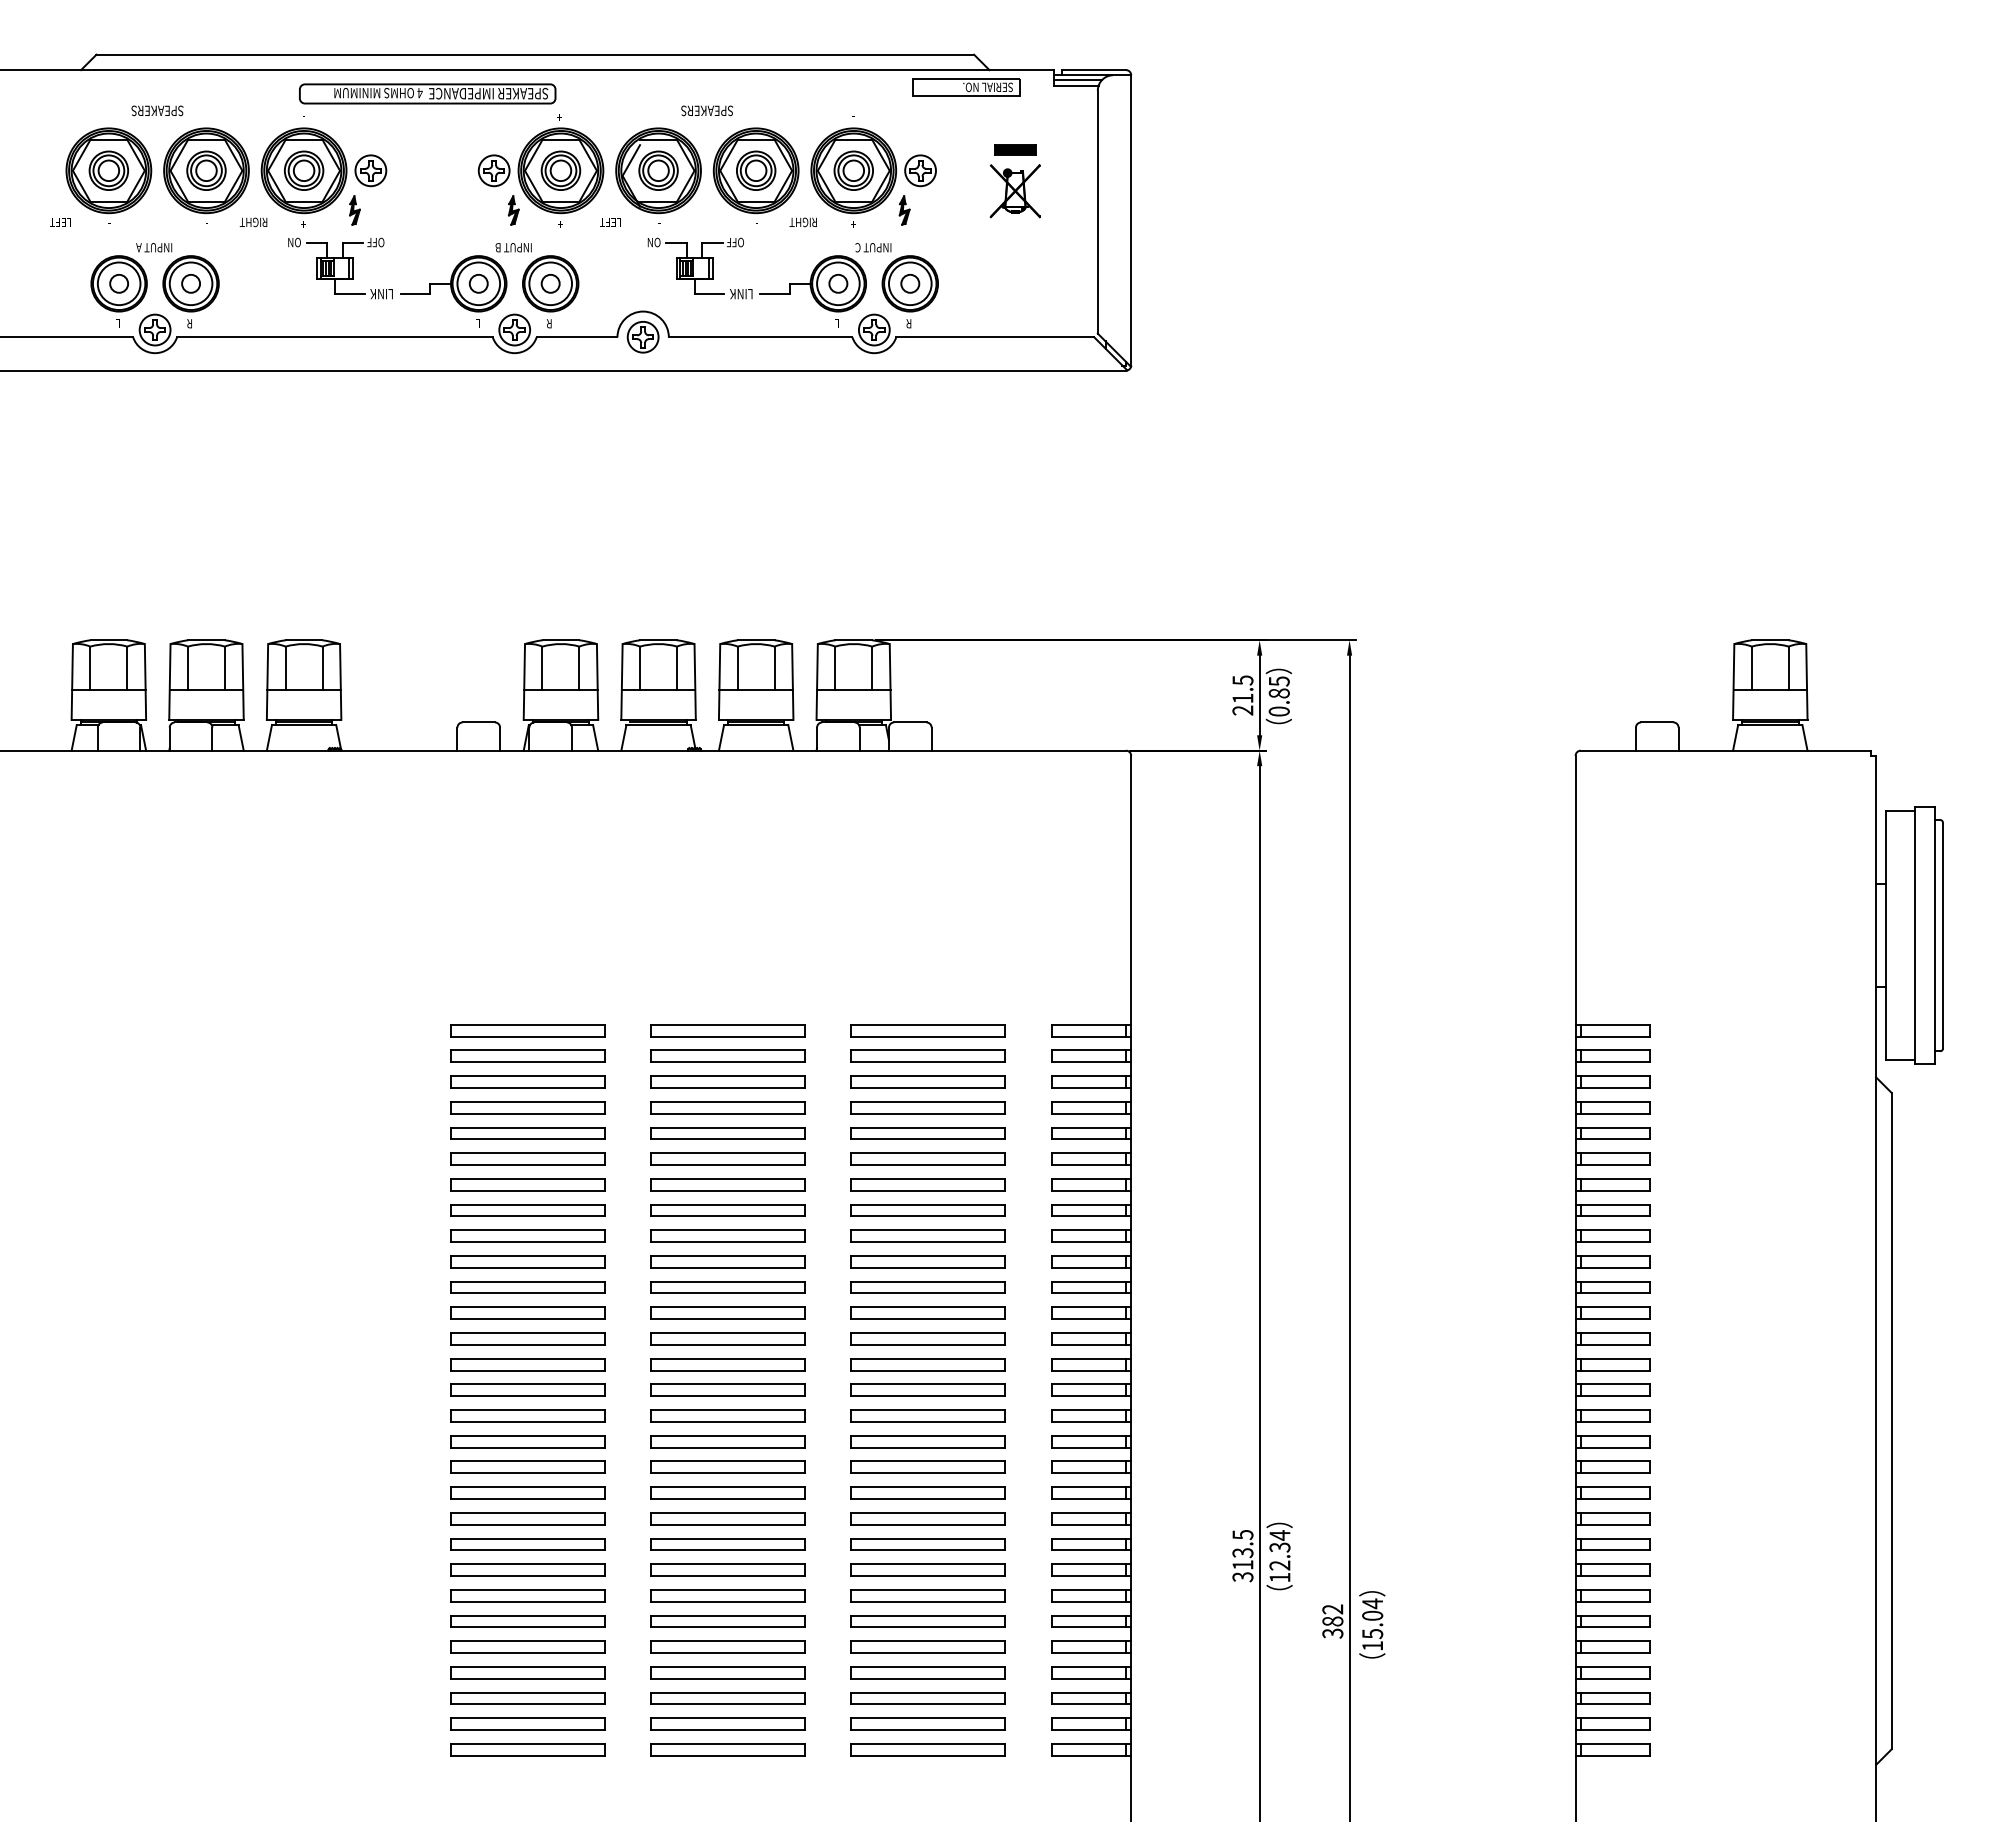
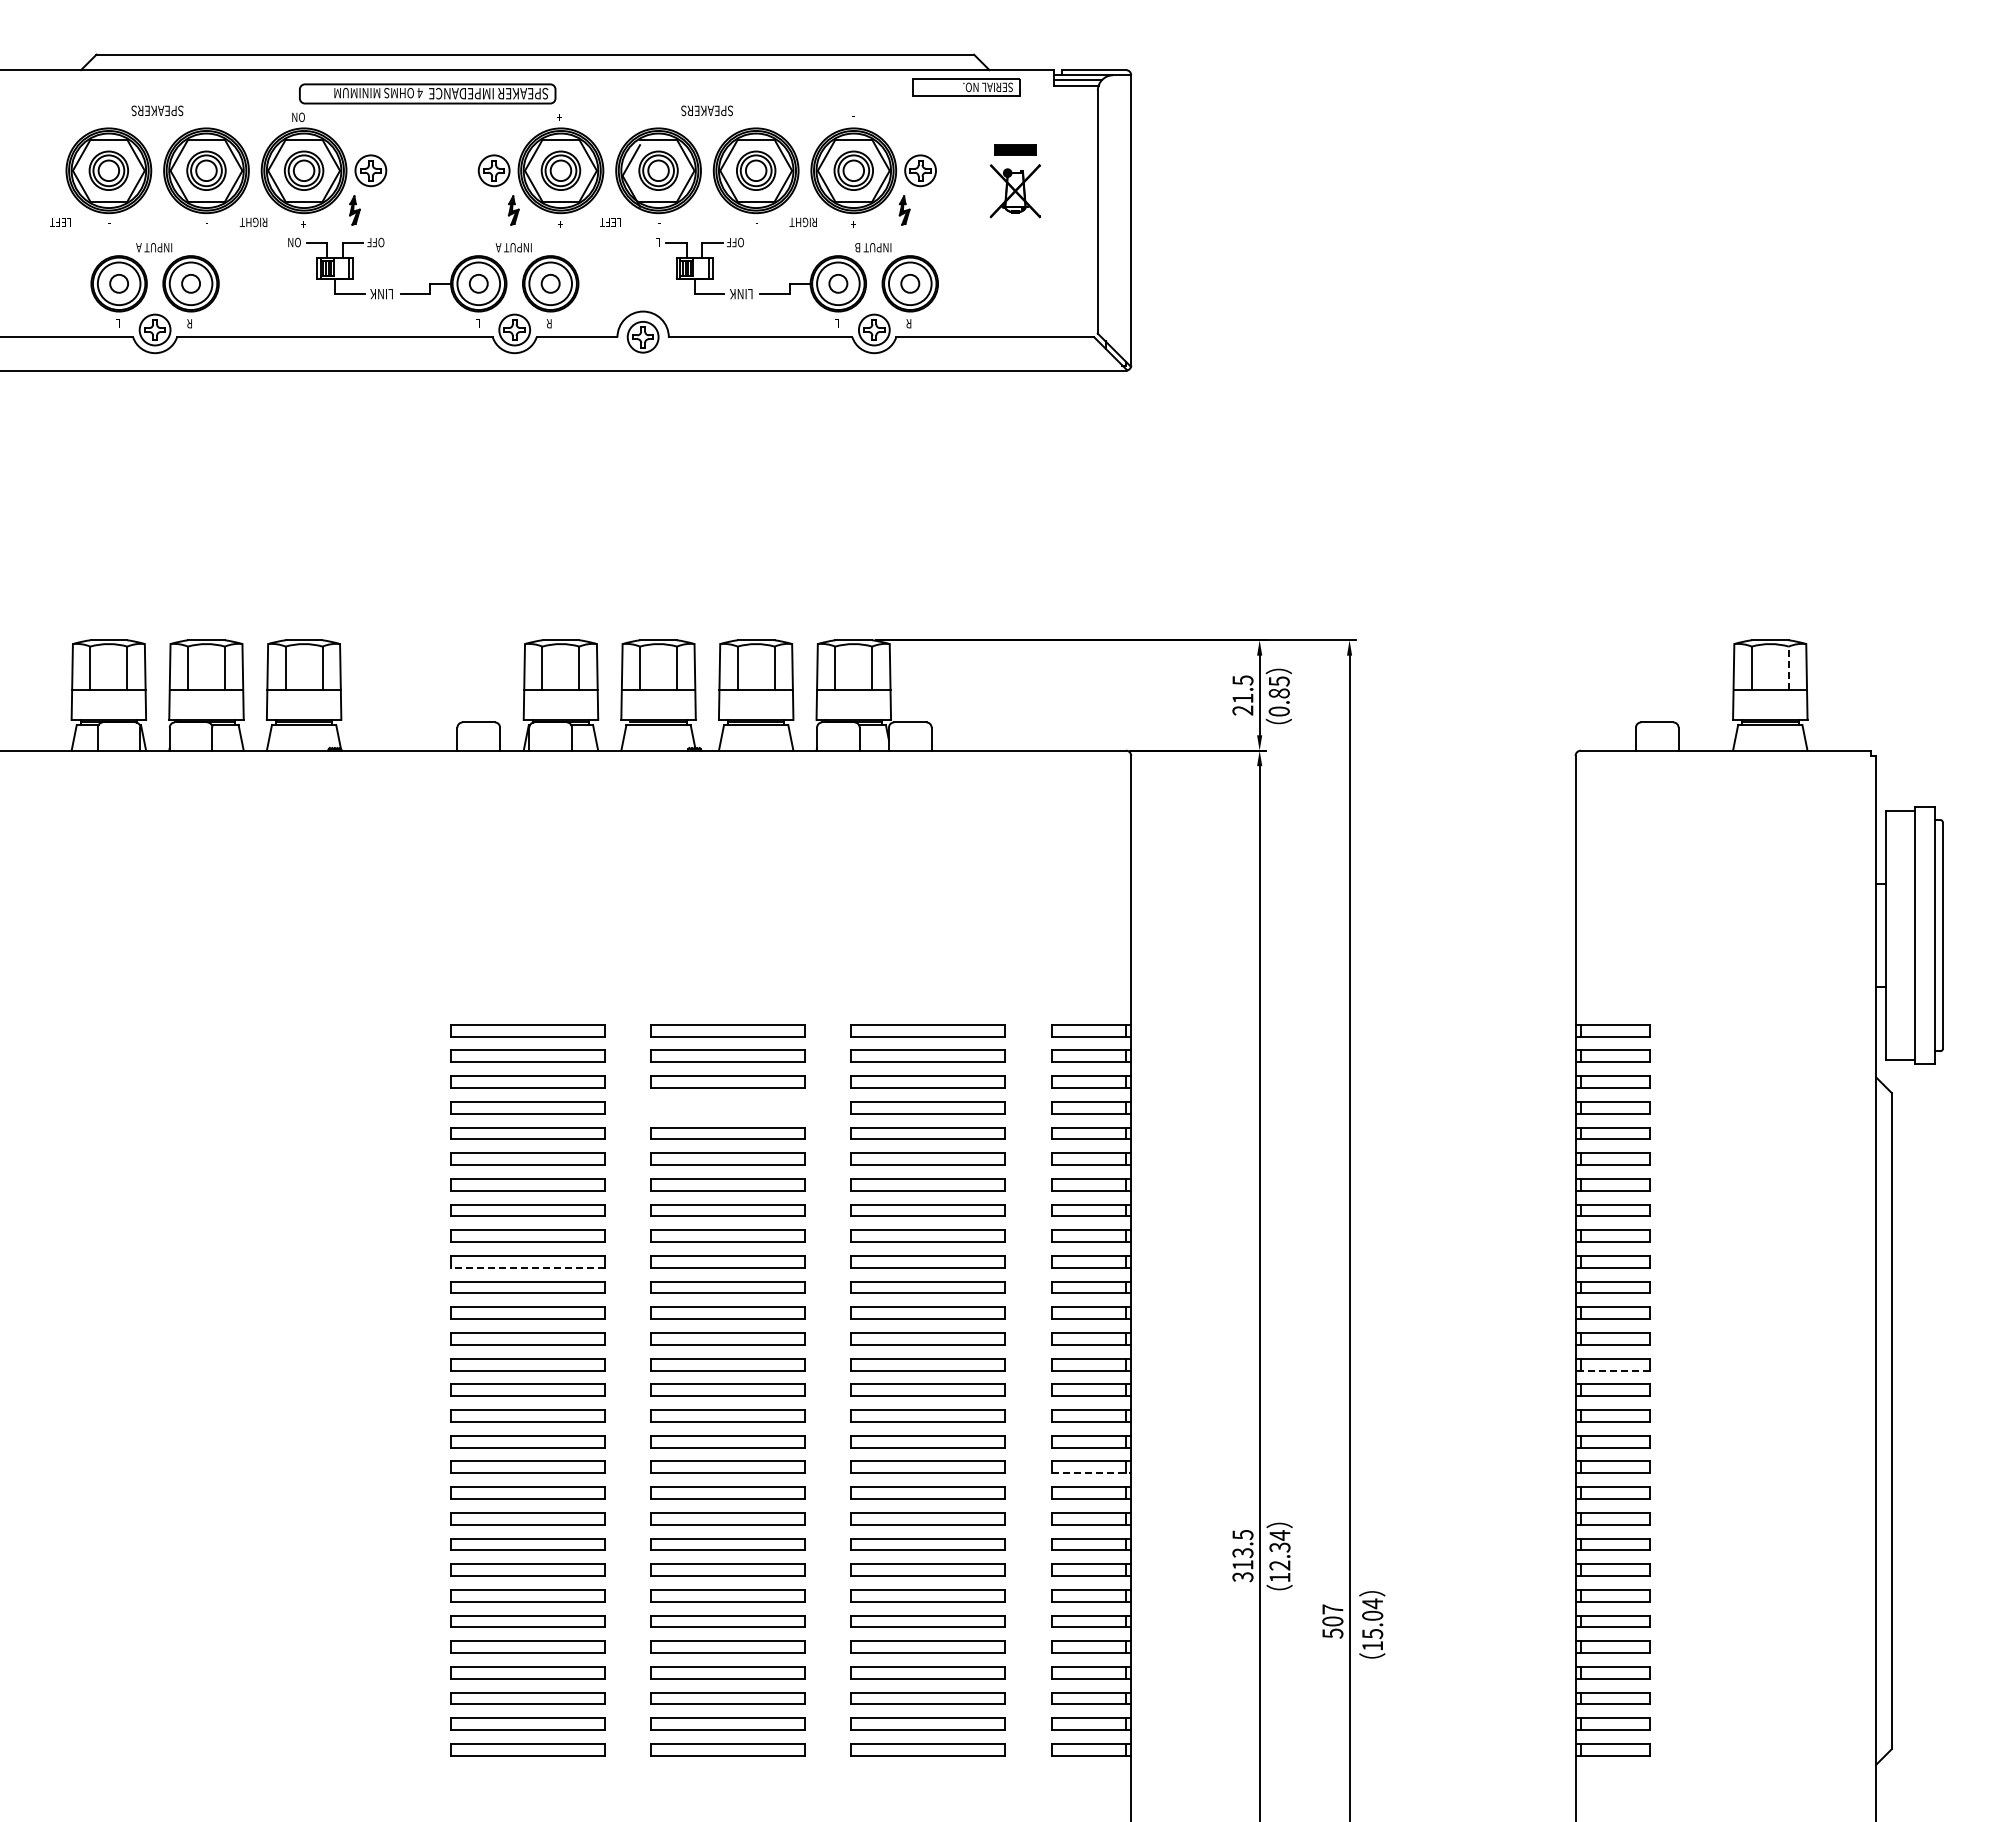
text at (298, 117): - -> ON
text at (653, 242): ON -> L
text at (498, 247): INPUT B -> INPUT A
text at (857, 247): INPUT C -> INPUT B
line at (1788, 668): solid -> dashed
part at (727, 1107): present -> none
line at (527, 1267): solid -> dashed
line at (1612, 1370): solid -> dashed
line at (1091, 1473): solid -> dashed
text at (1332, 1621): 382 -> 507
